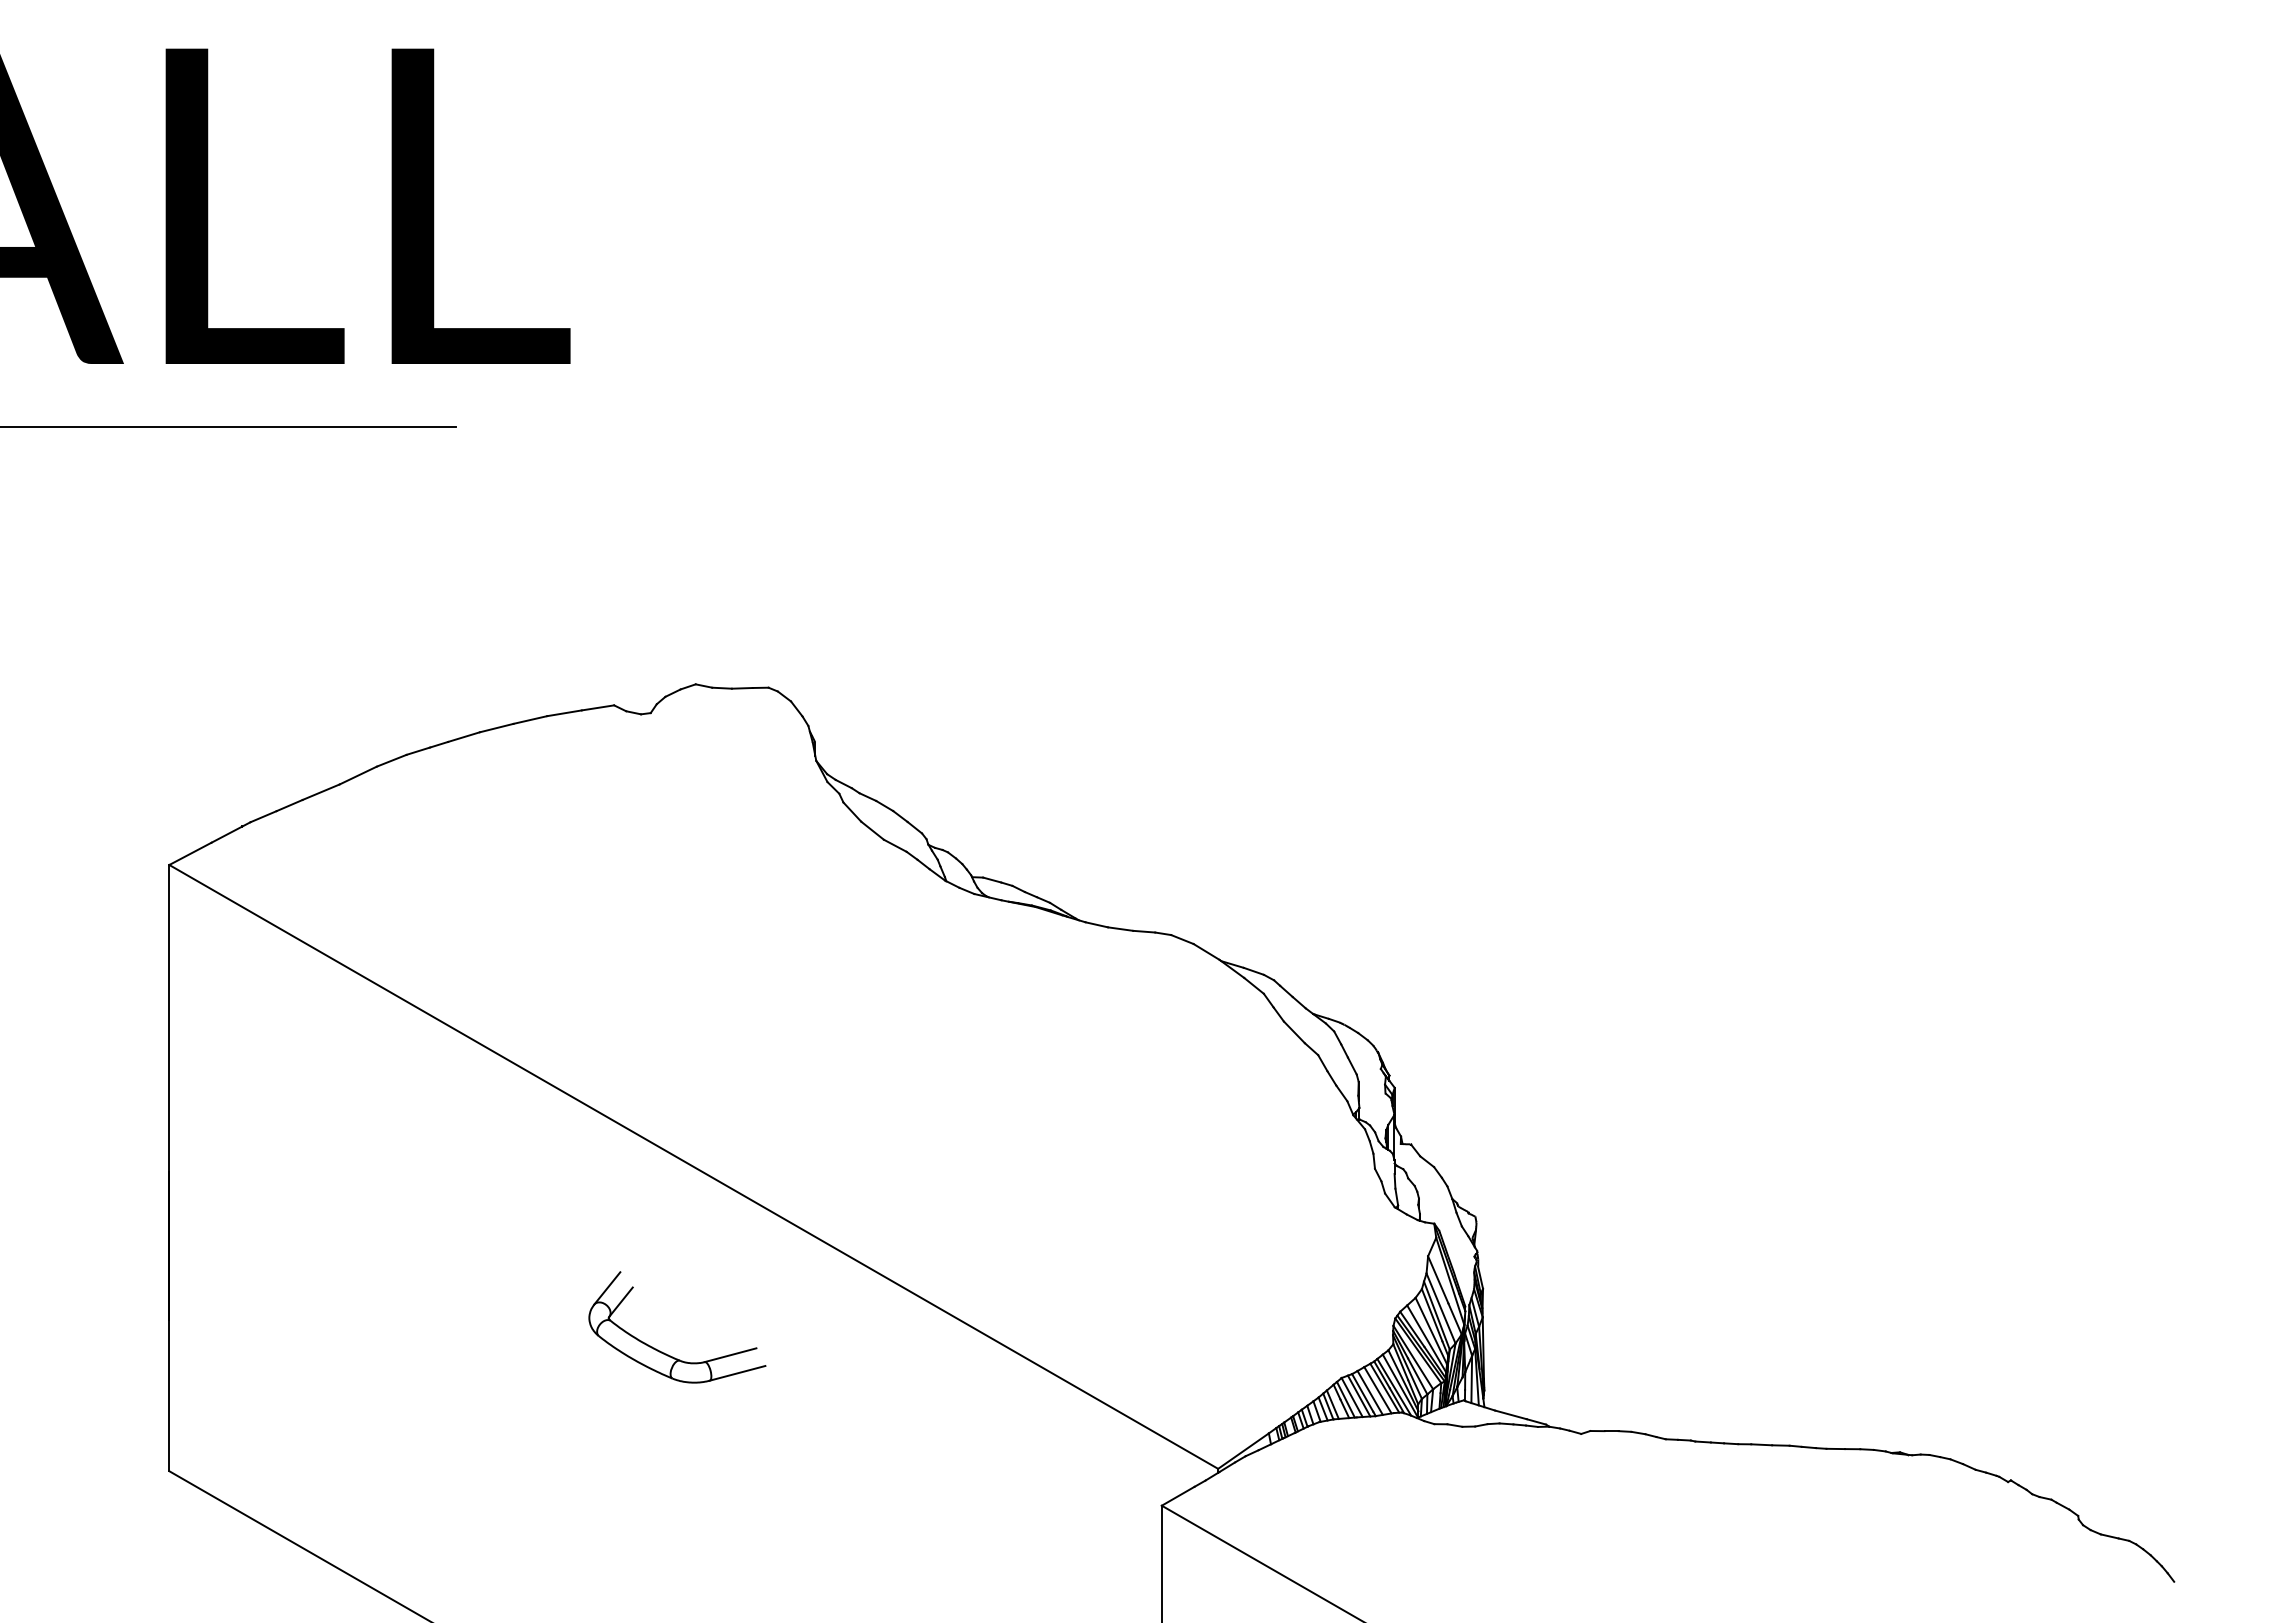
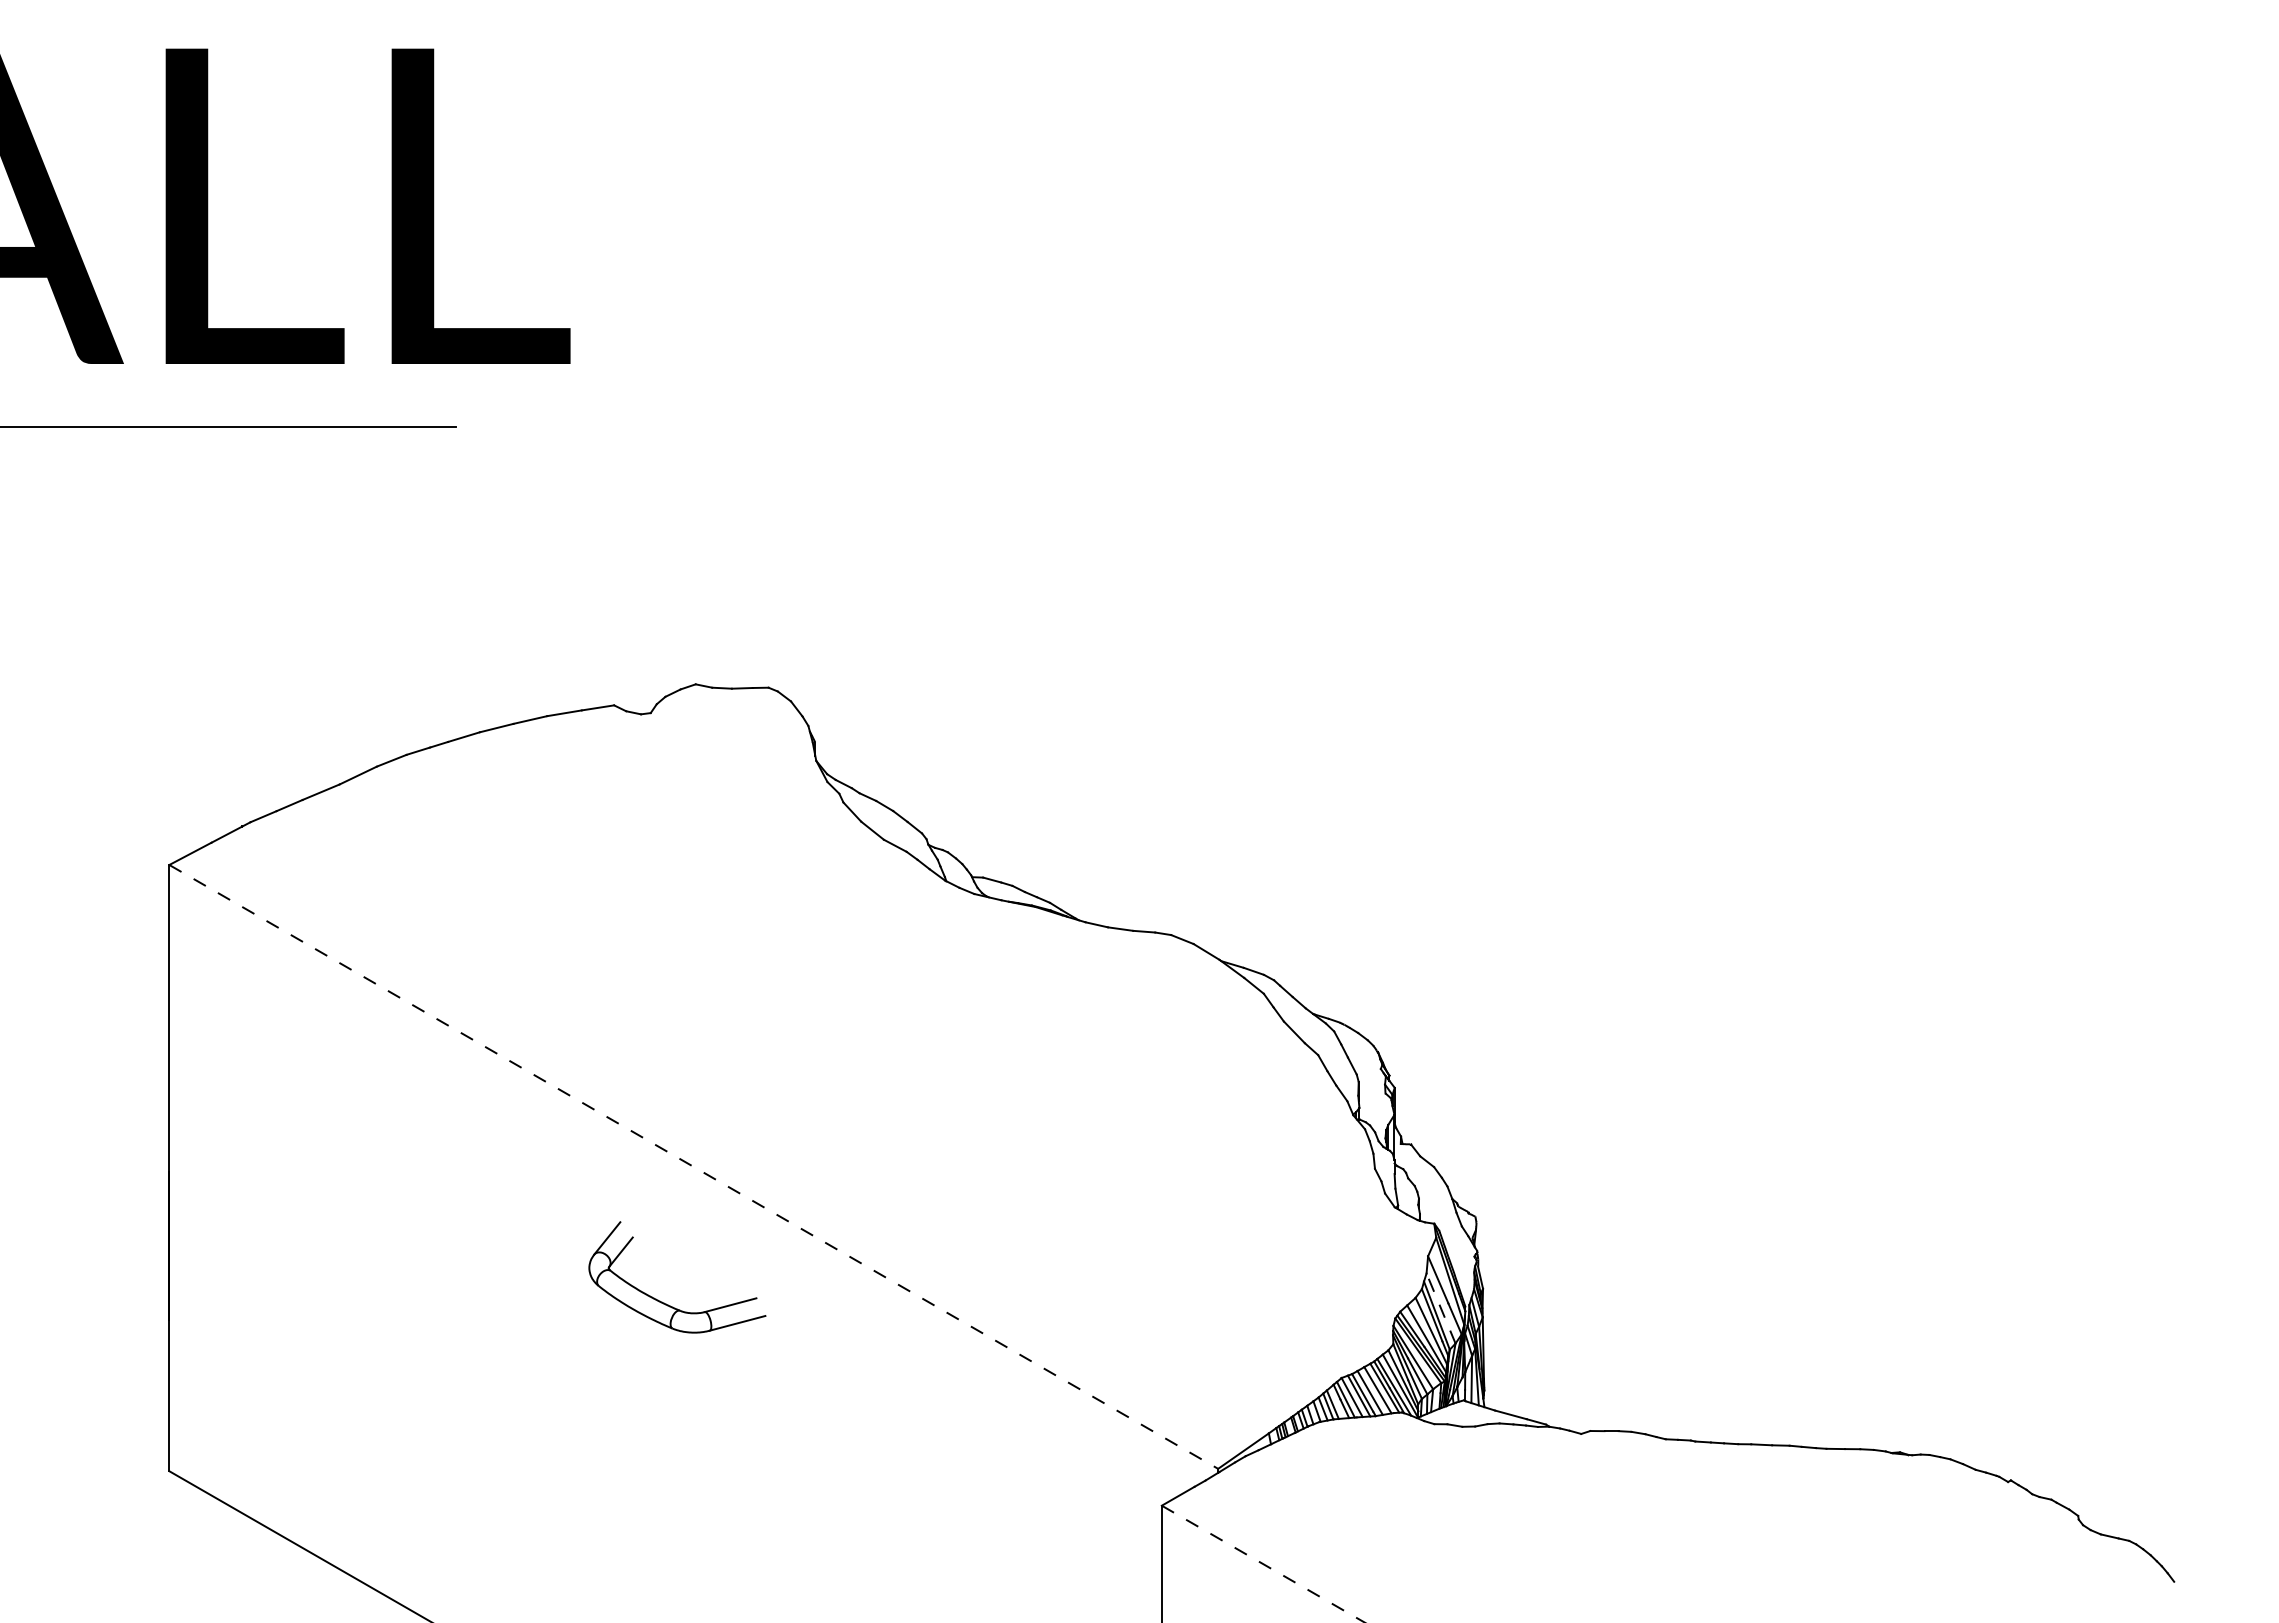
line at (694, 1167): solid -> dashed
line at (1441, 1308): solid -> dashed
part at (664, 1352) position: (664, 1352) -> (664, 1302)
line at (1264, 1564): solid -> dashed
